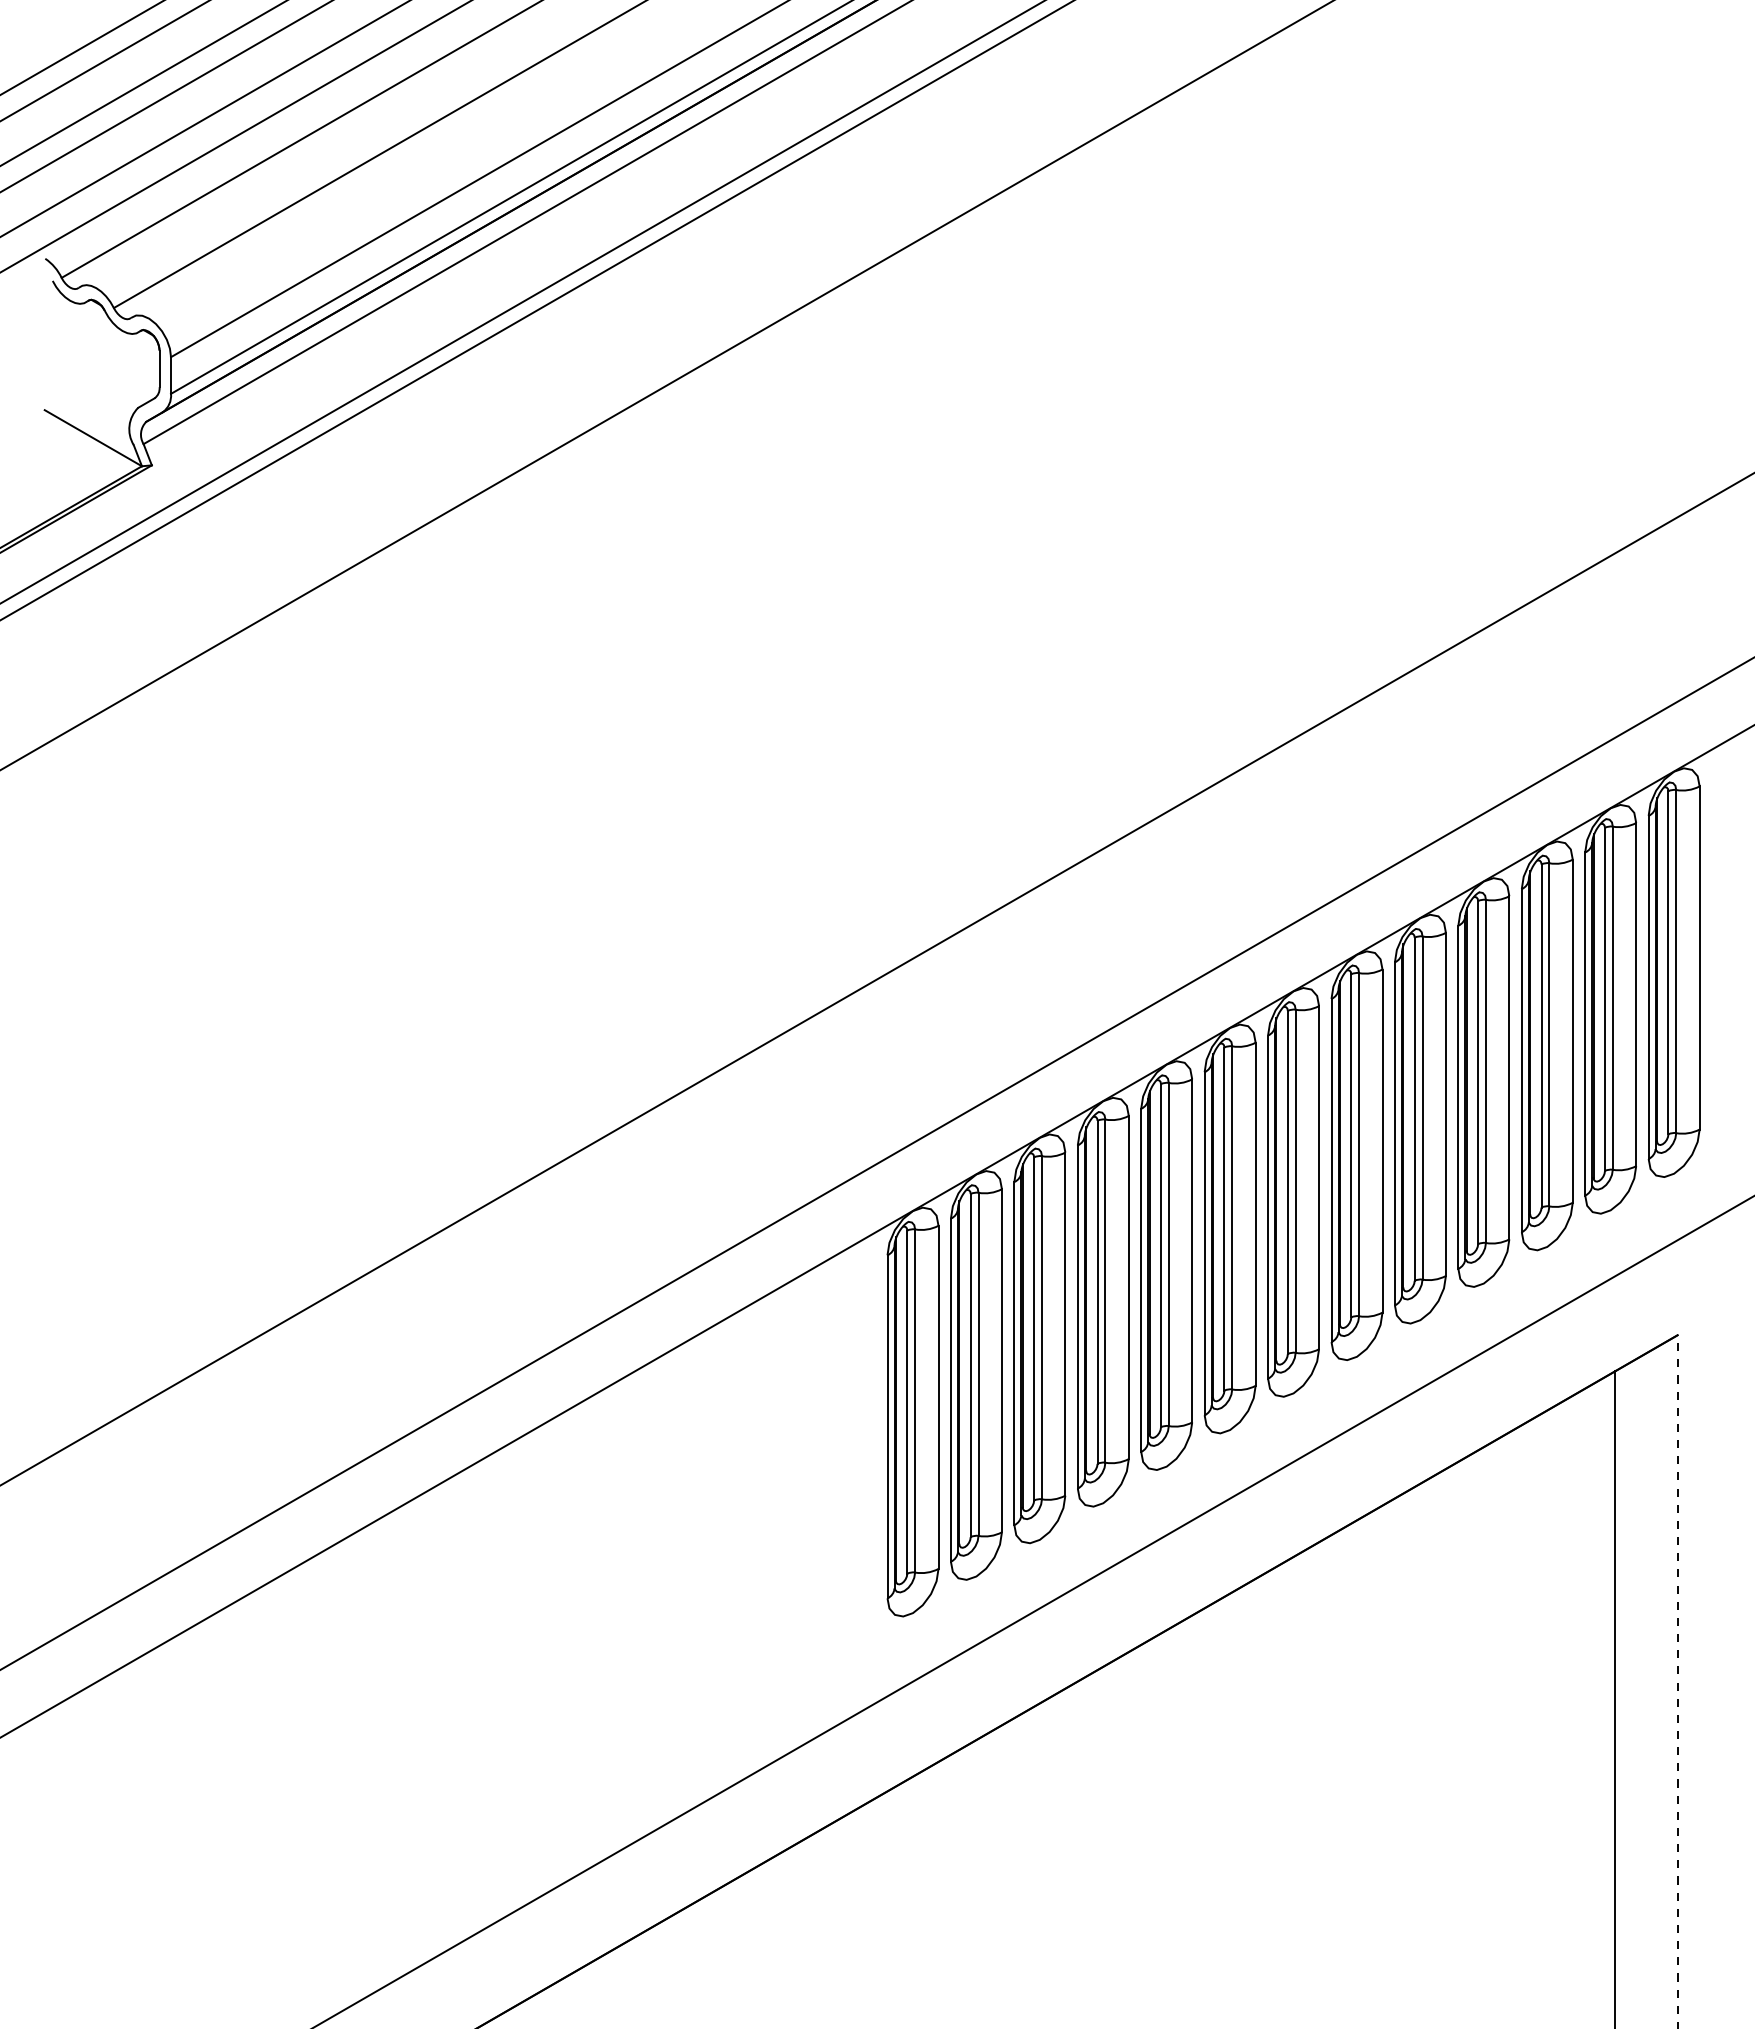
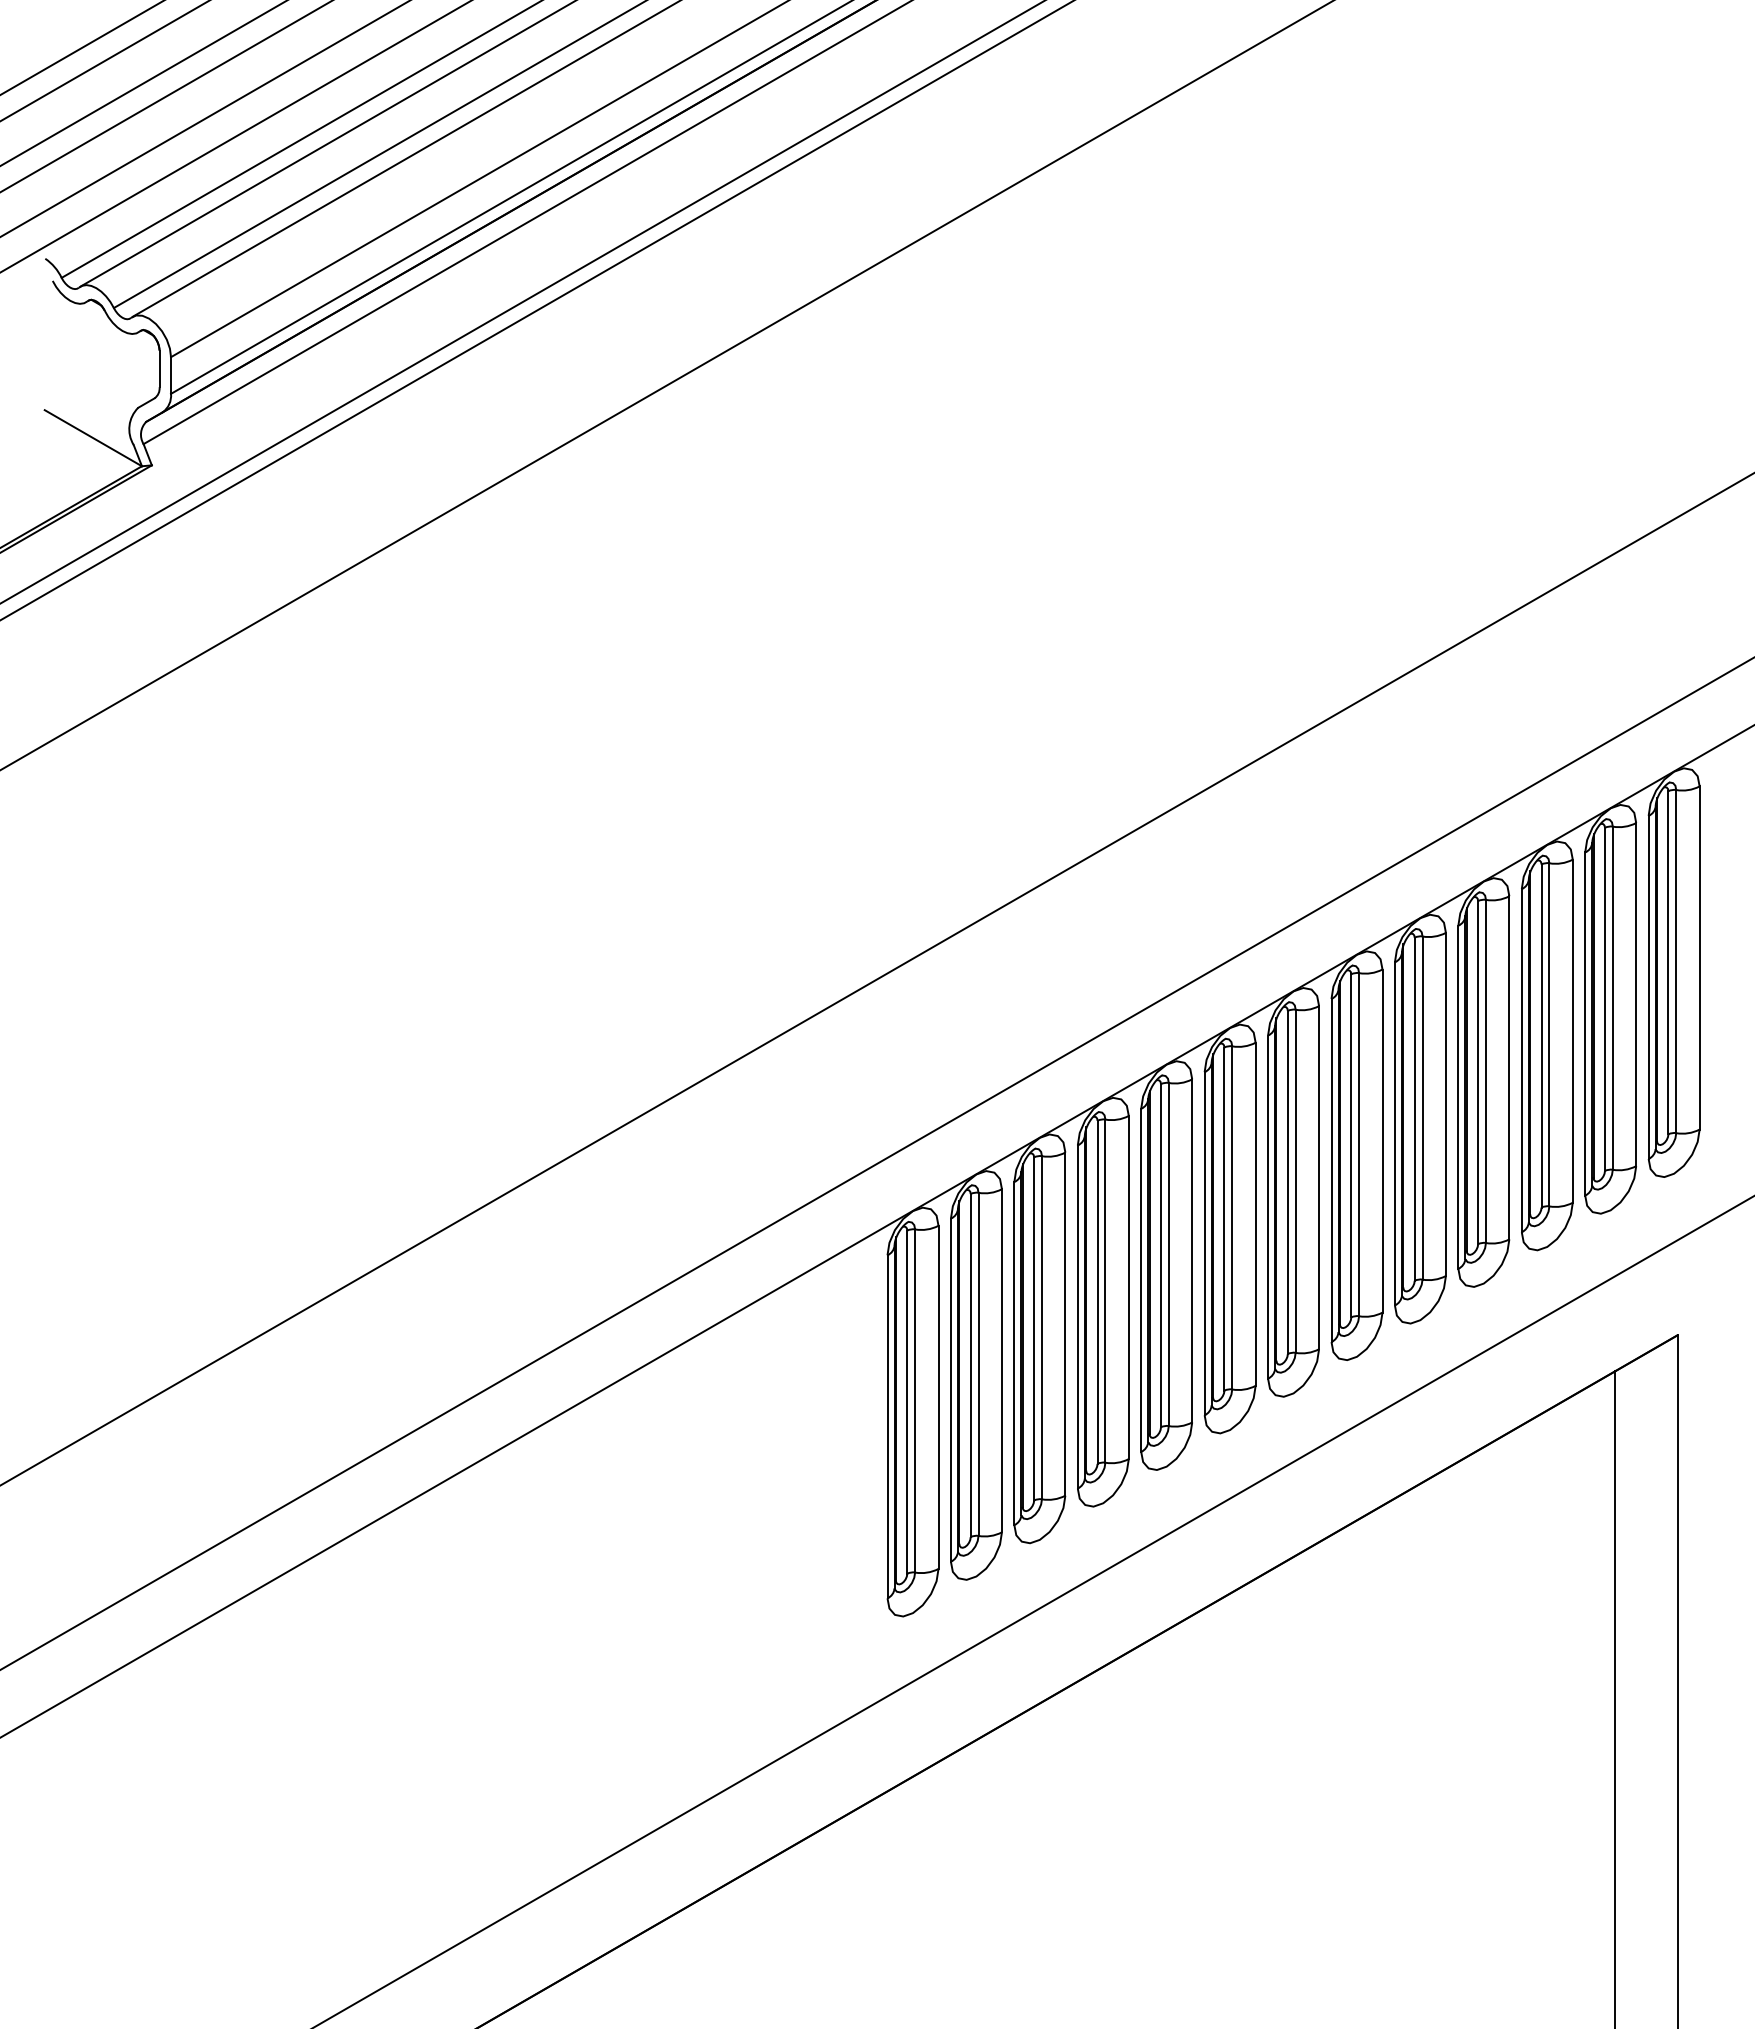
line at (326, 144): none -> present
line at (404, 159): none -> present
line at (1677, 1681): dashed -> solid
